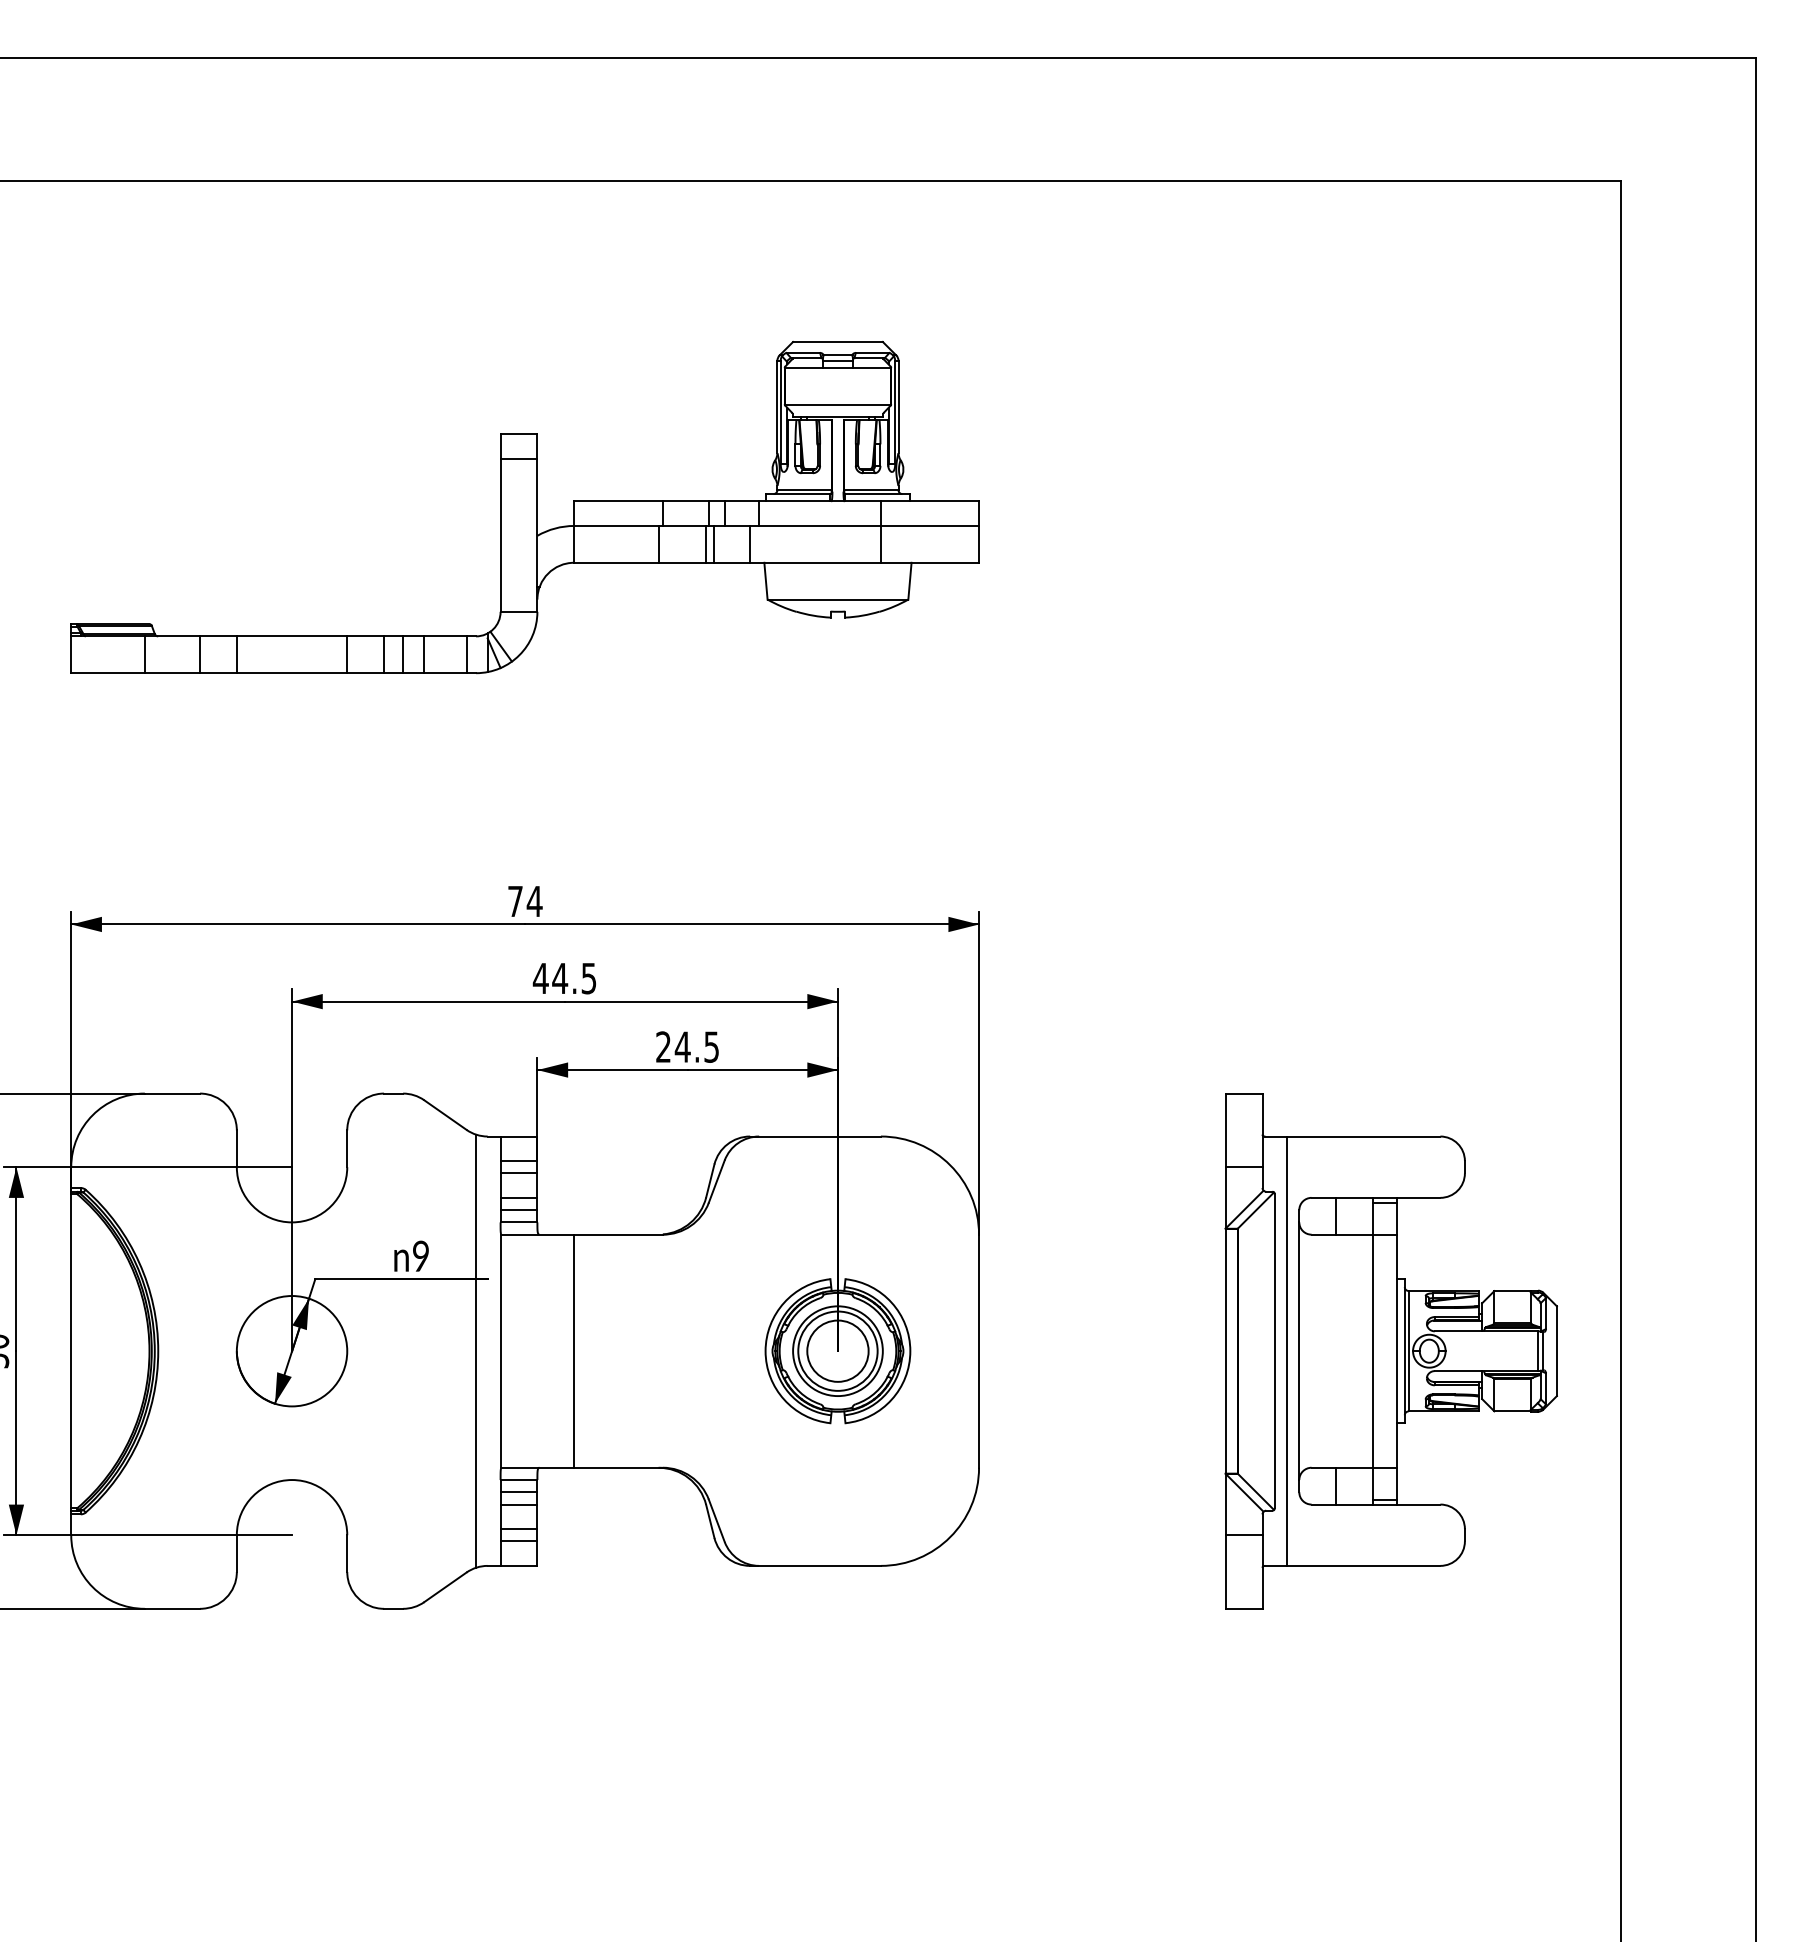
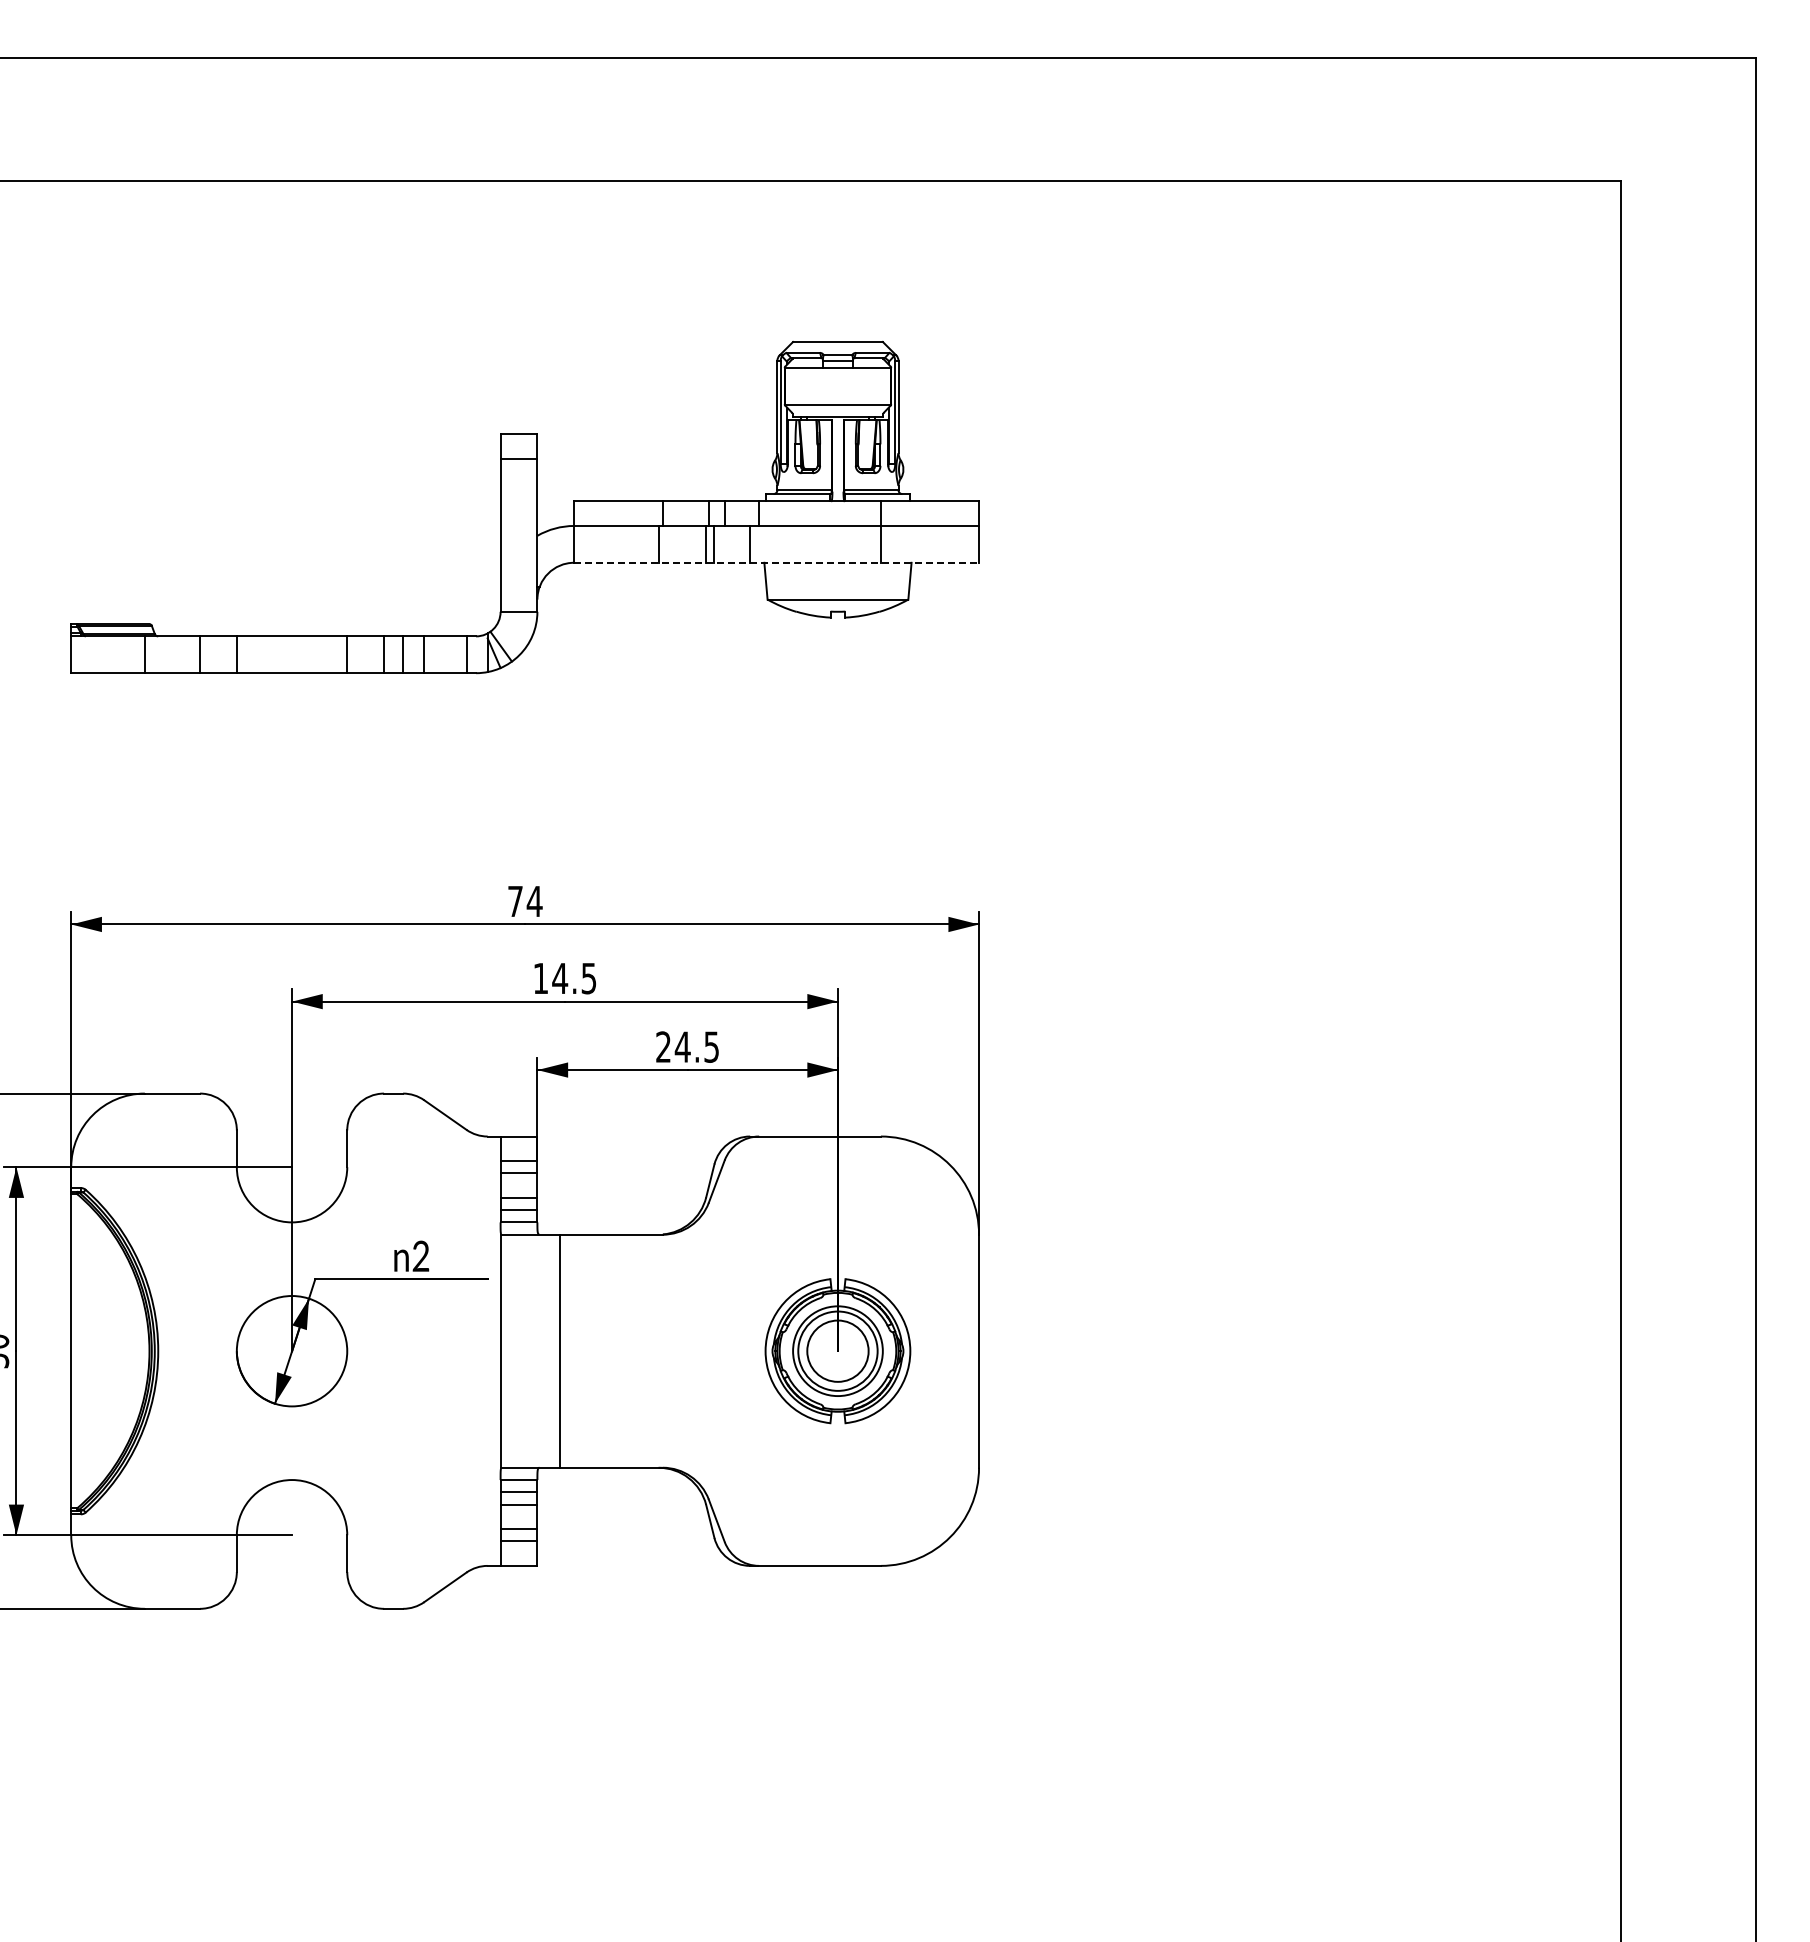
line at (777, 562): solid -> dashed
text at (540, 978): 44.5 -> 14.5
text at (420, 1256): 9 -> 2
line at (476, 1350): present -> none
line at (574, 1350) position: (574, 1350) -> (560, 1350)
part at (1390, 1351): present -> none
